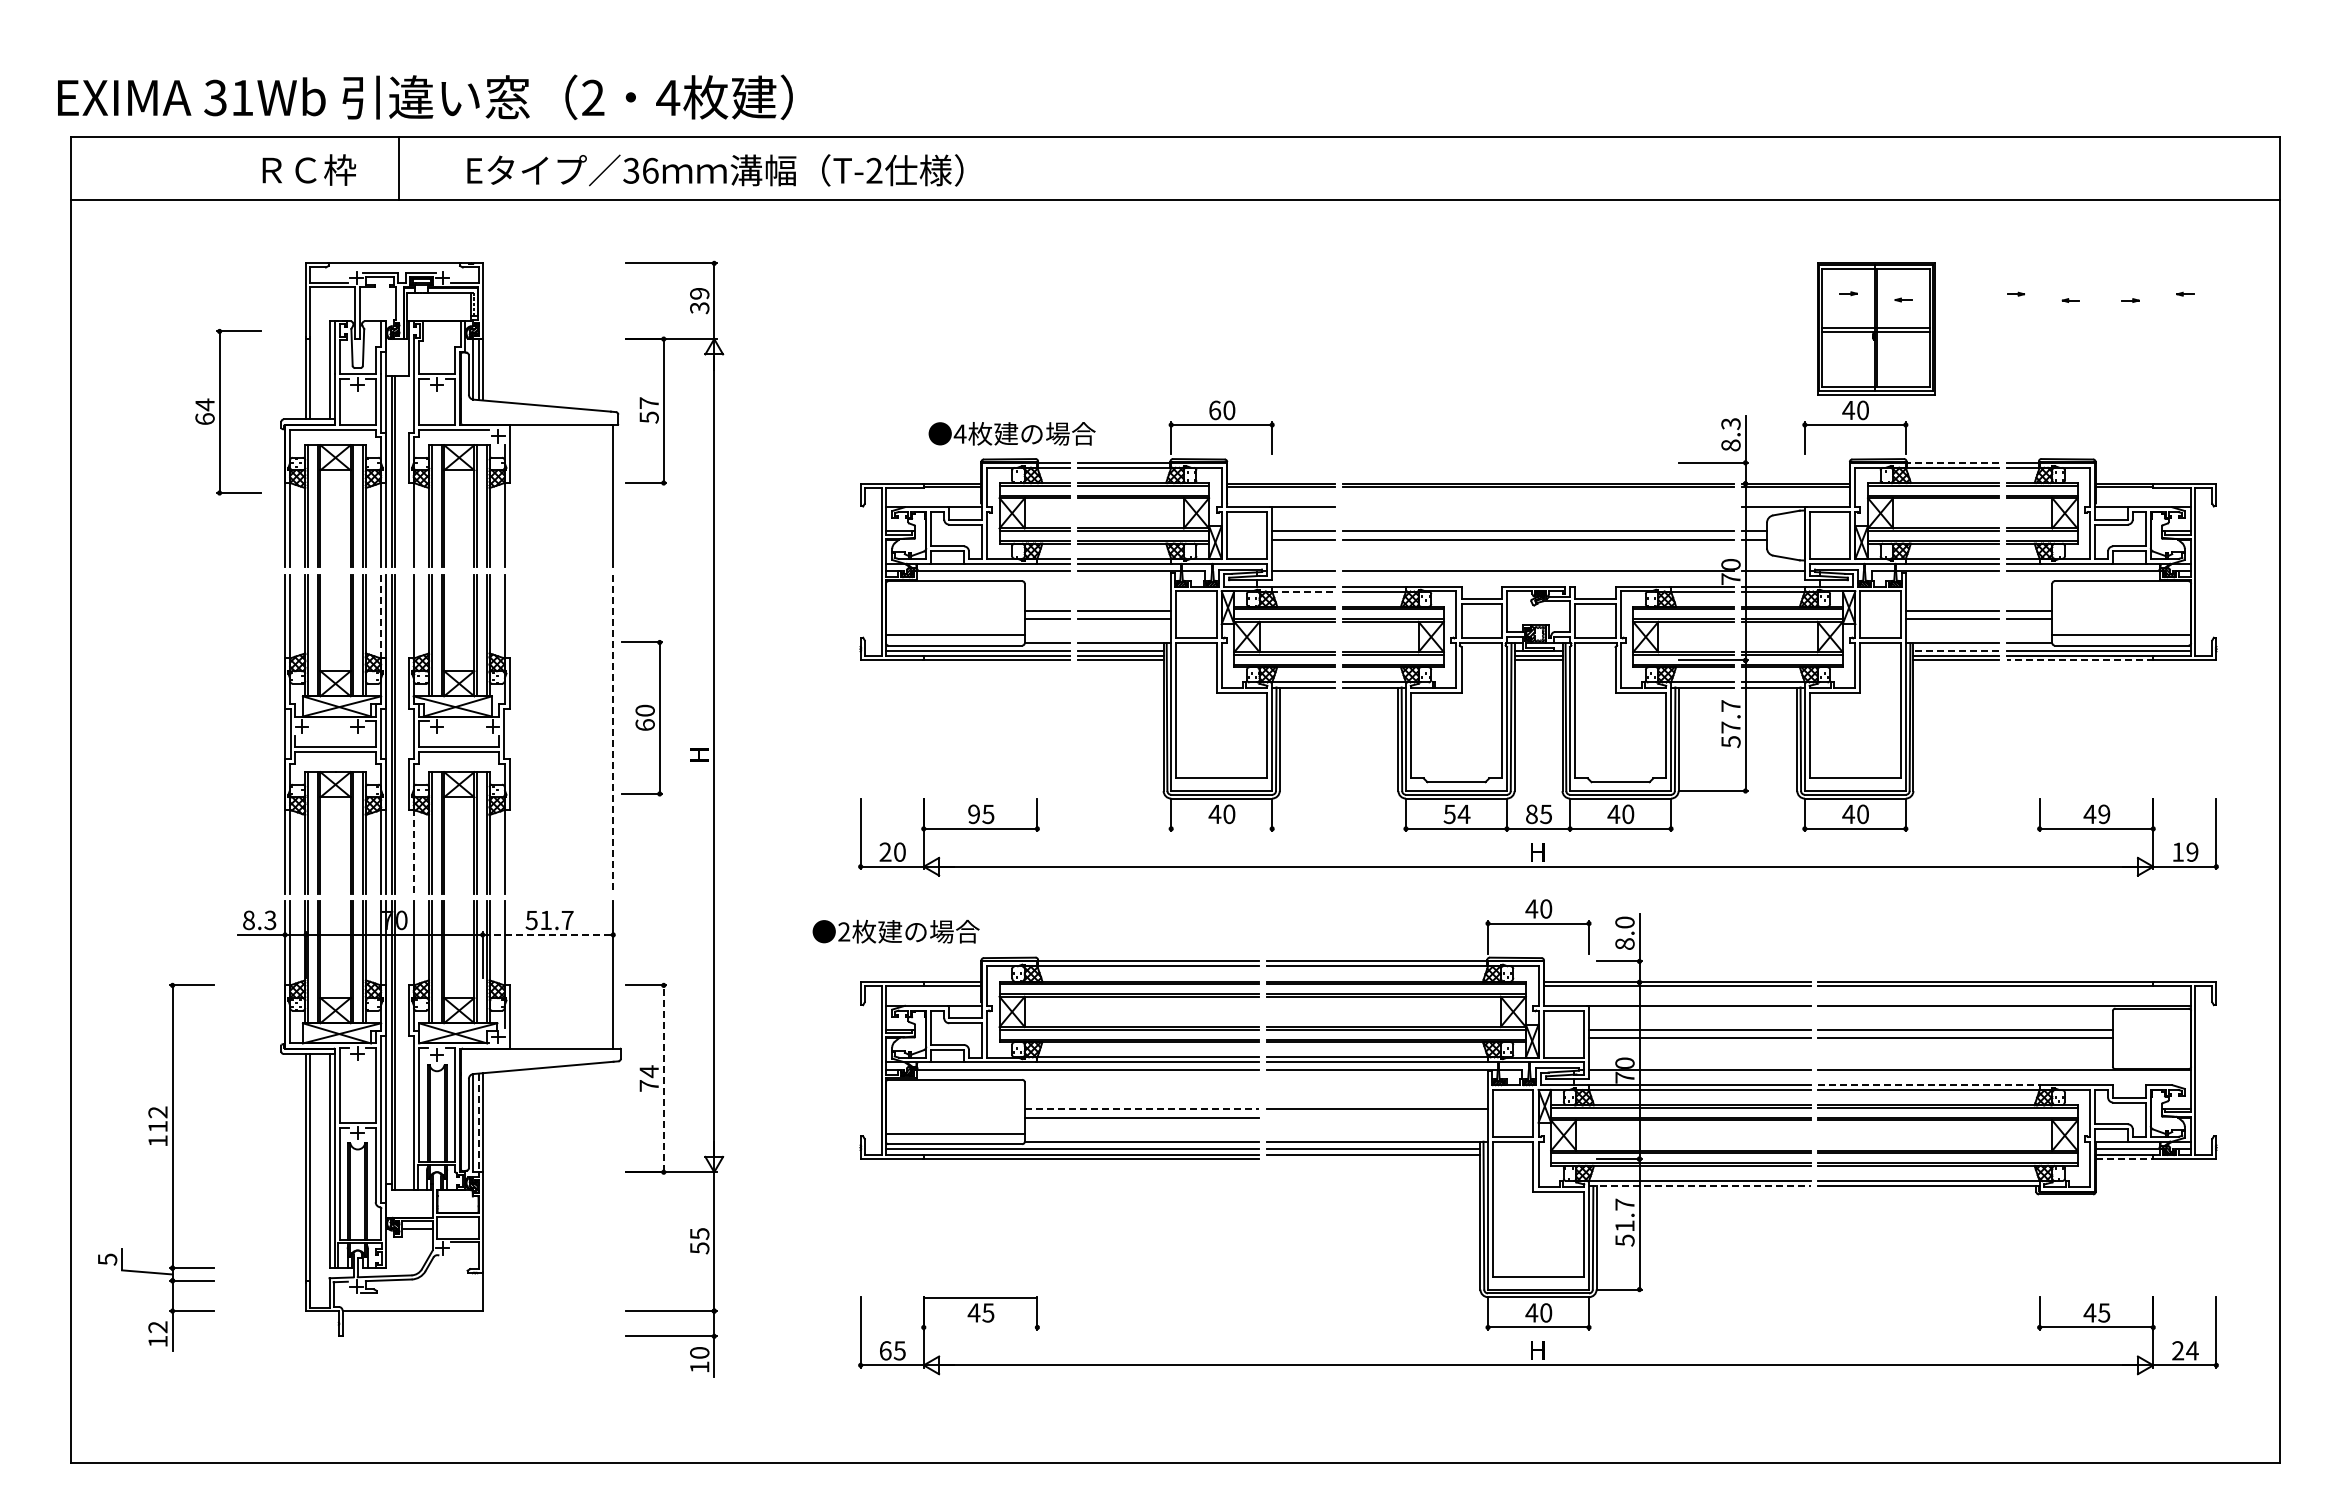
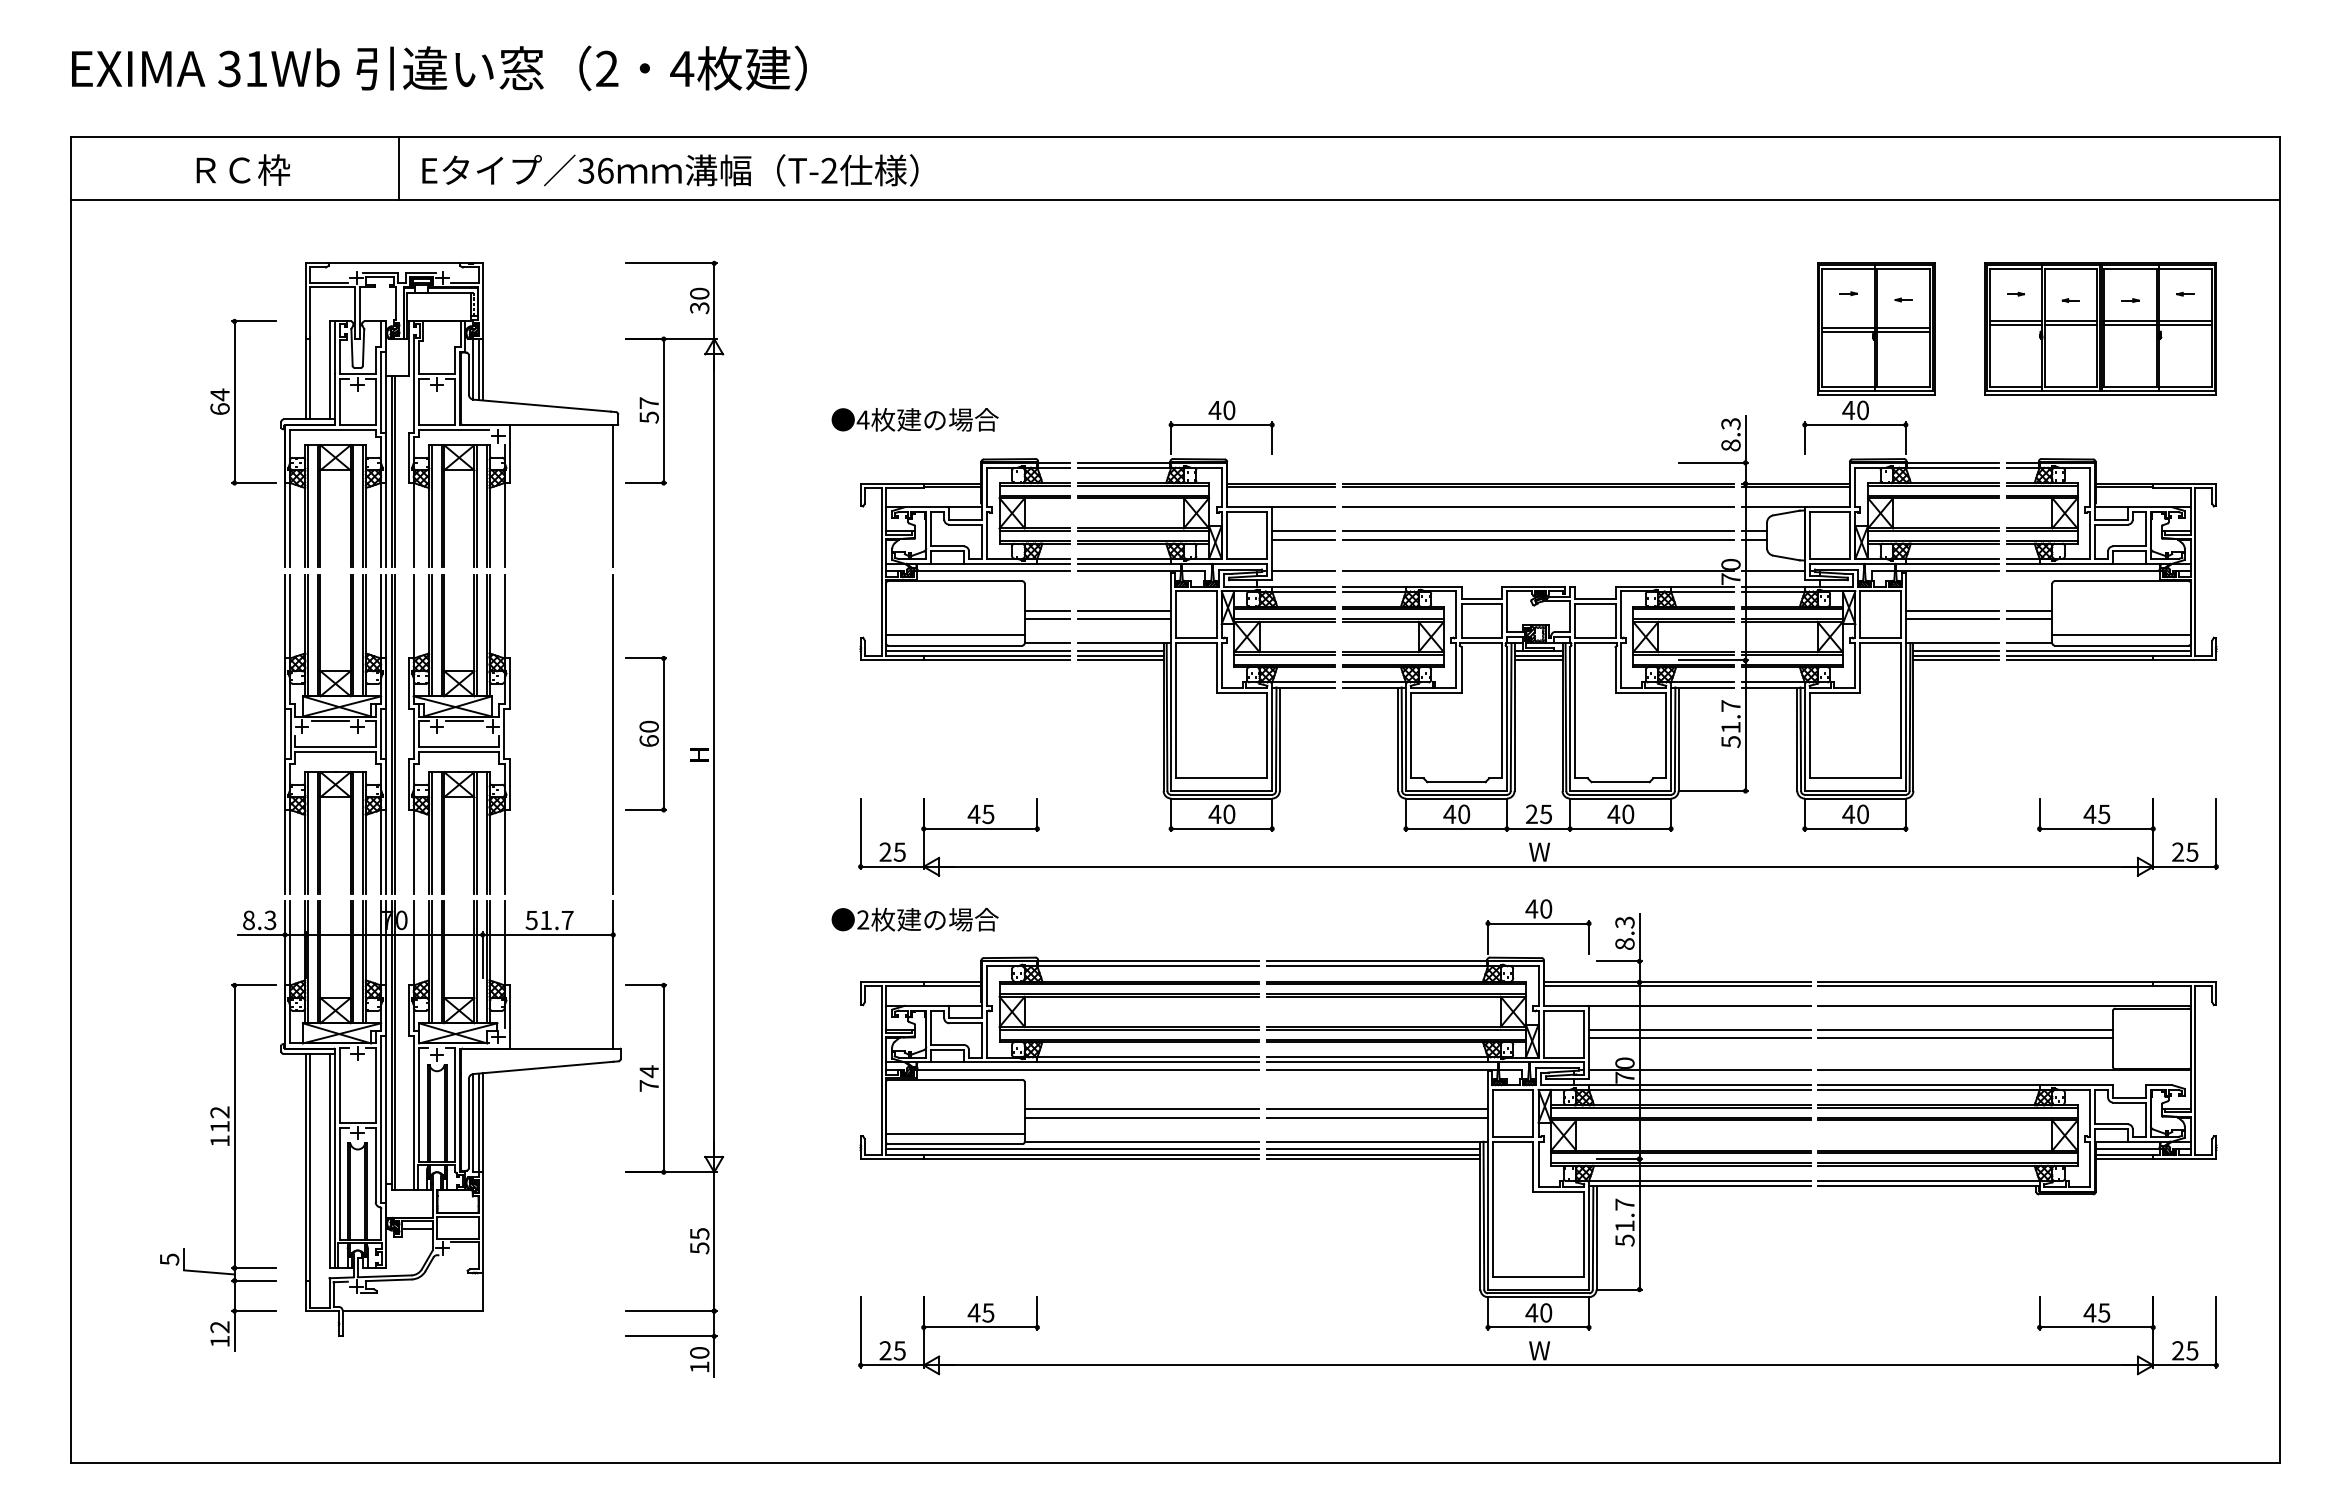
text at (425, 97) position: (425, 97) -> (439, 68)
text at (309, 169) position: (309, 169) -> (243, 169)
text at (715, 170) position: (715, 170) -> (670, 170)
text at (699, 293): 39 -> 30
part at (2100, 328): none -> present
text at (1214, 410): 60 -> 40
part at (220, 412) position: (220, 412) -> (235, 402)
text at (1011, 433) position: (1011, 433) -> (914, 419)
line at (1952, 462): dashed -> solid
line at (1538, 507): none -> present
line at (1303, 591): dashed -> solid
line at (381, 617): dashed -> solid
line at (1956, 650): dashed -> solid
line at (2080, 660): dashed -> solid
part at (641, 718) position: (641, 718) -> (645, 734)
line at (330, 721): none -> present
line at (464, 721): none -> present
text at (1730, 727): 57.7 -> 51.7
line at (613, 734): dashed -> solid
text at (2104, 813): 49 -> 45
text at (973, 814): 95 -> 45
text at (1456, 814): 54 -> 40
text at (1531, 814): 85 -> 25
line at (1221, 828): none -> present
line at (413, 851): dashed -> solid
text at (899, 851): 20 -> 25
text at (1539, 851): H -> W
text at (2185, 851): 19 -> 25
text at (1624, 922): 8.0 -> 8.3
text at (895, 931) position: (895, 931) -> (914, 919)
line at (548, 934): dashed -> solid
line at (663, 1078): dashed -> solid
line at (1929, 1085): dashed -> solid
line at (1142, 1109): dashed -> solid
line at (1377, 1117): none -> present
line at (478, 1123): dashed -> solid
line at (1373, 1159): none -> present
line at (2125, 1159): dashed -> solid
part at (172, 1166) position: (172, 1166) -> (234, 1166)
line at (1699, 1186): dashed -> solid
line at (980, 1298) position: (980, 1298) -> (980, 1327)
text at (885, 1350): 65 -> 25
text at (1539, 1350): H -> W
text at (2192, 1350): 24 -> 25
